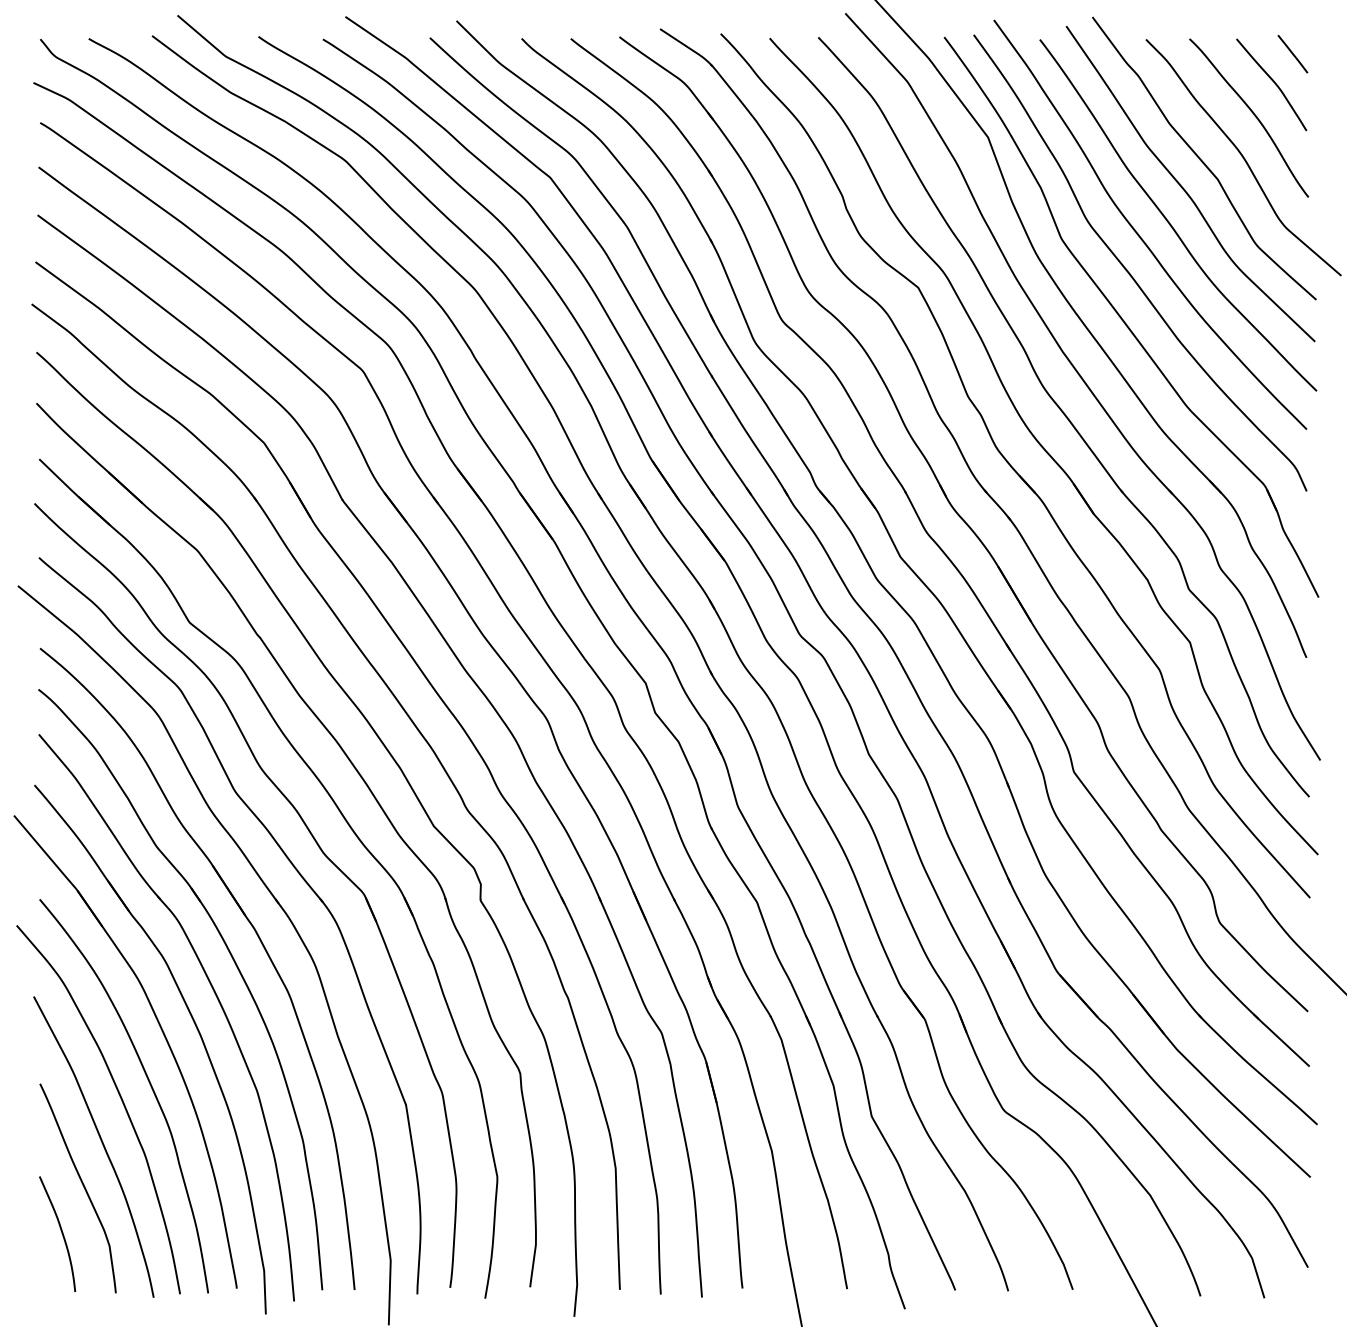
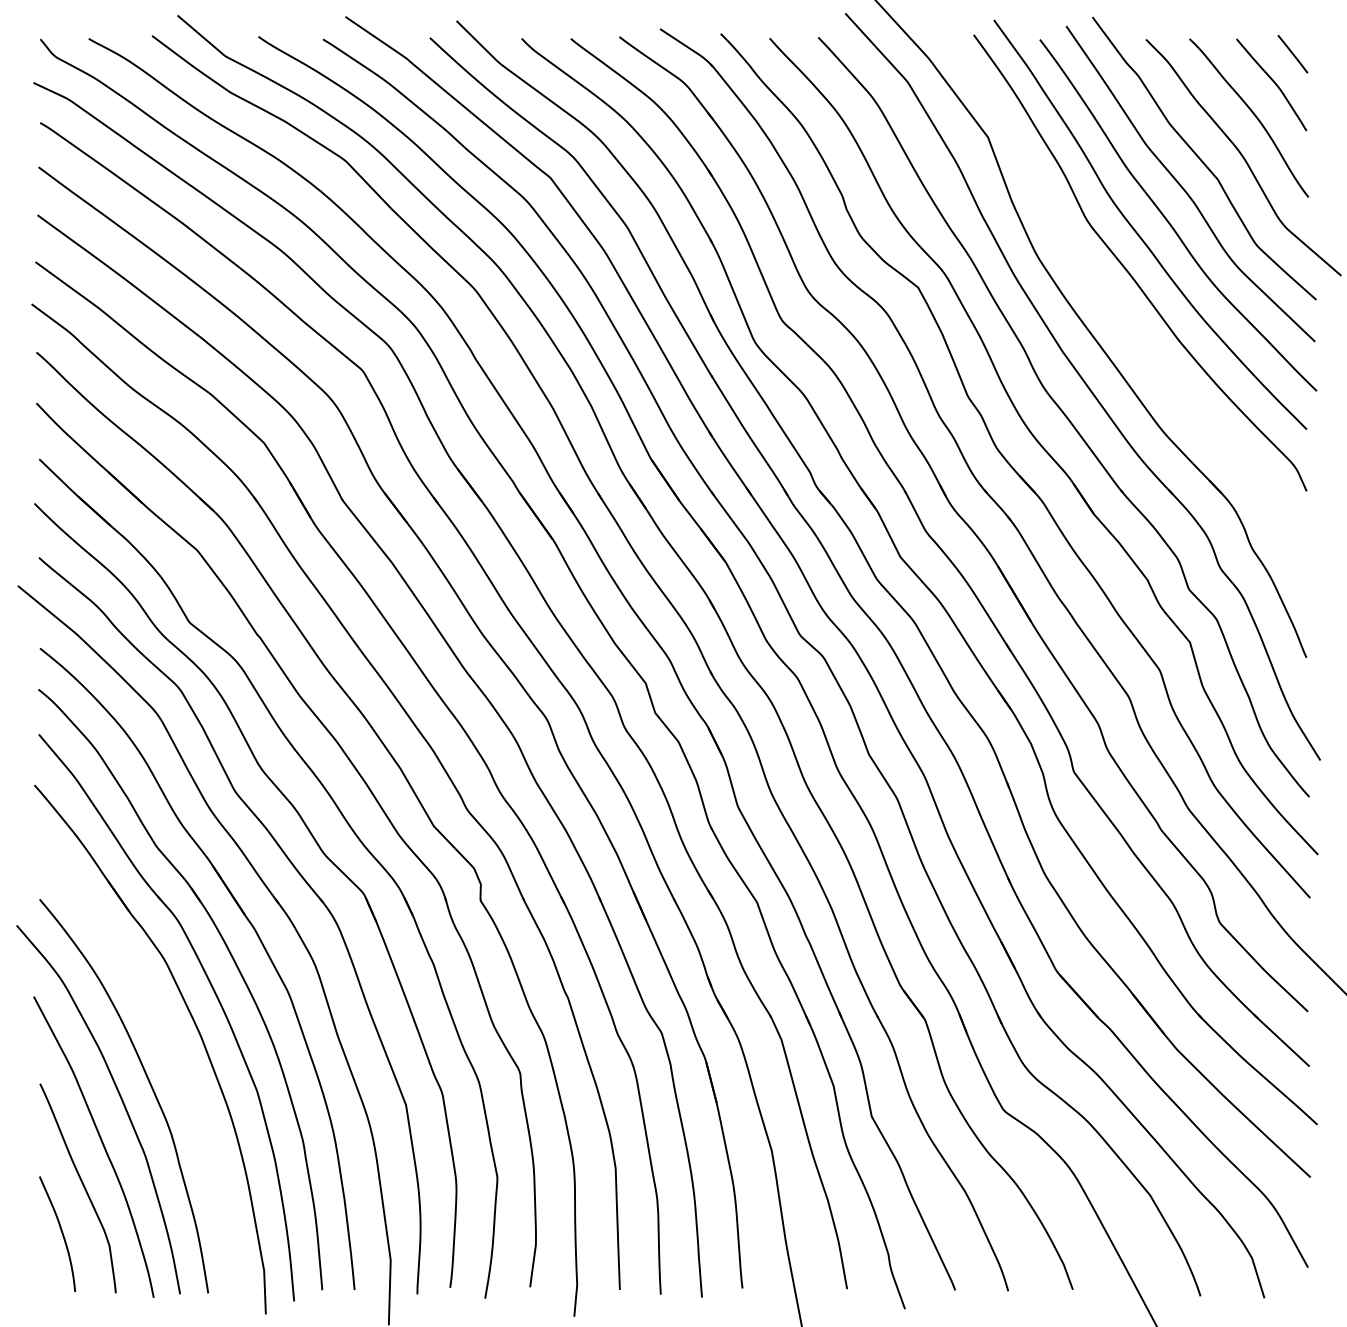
part at (1124, 320): present -> none
part at (162, 1033): present -> none
